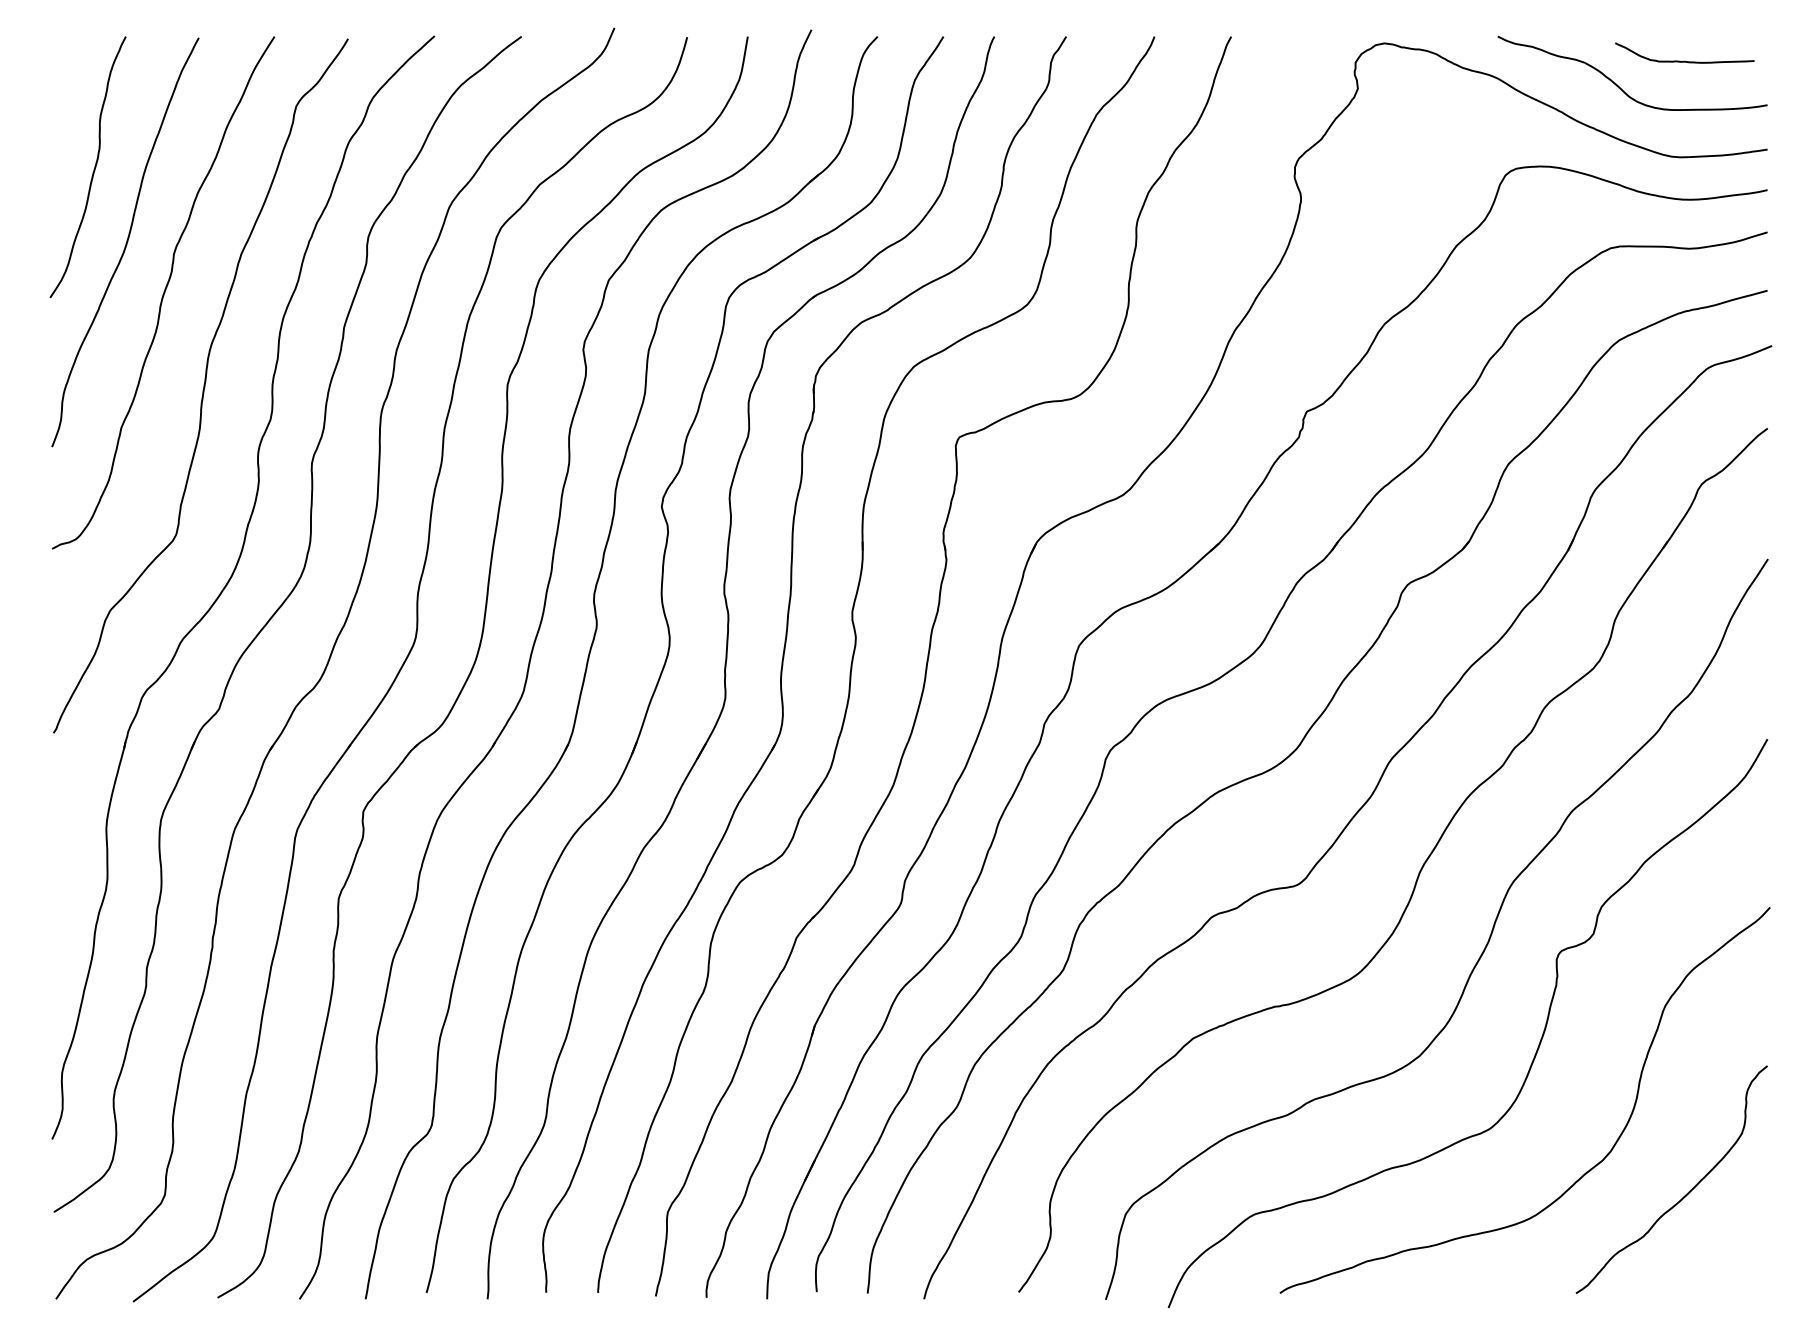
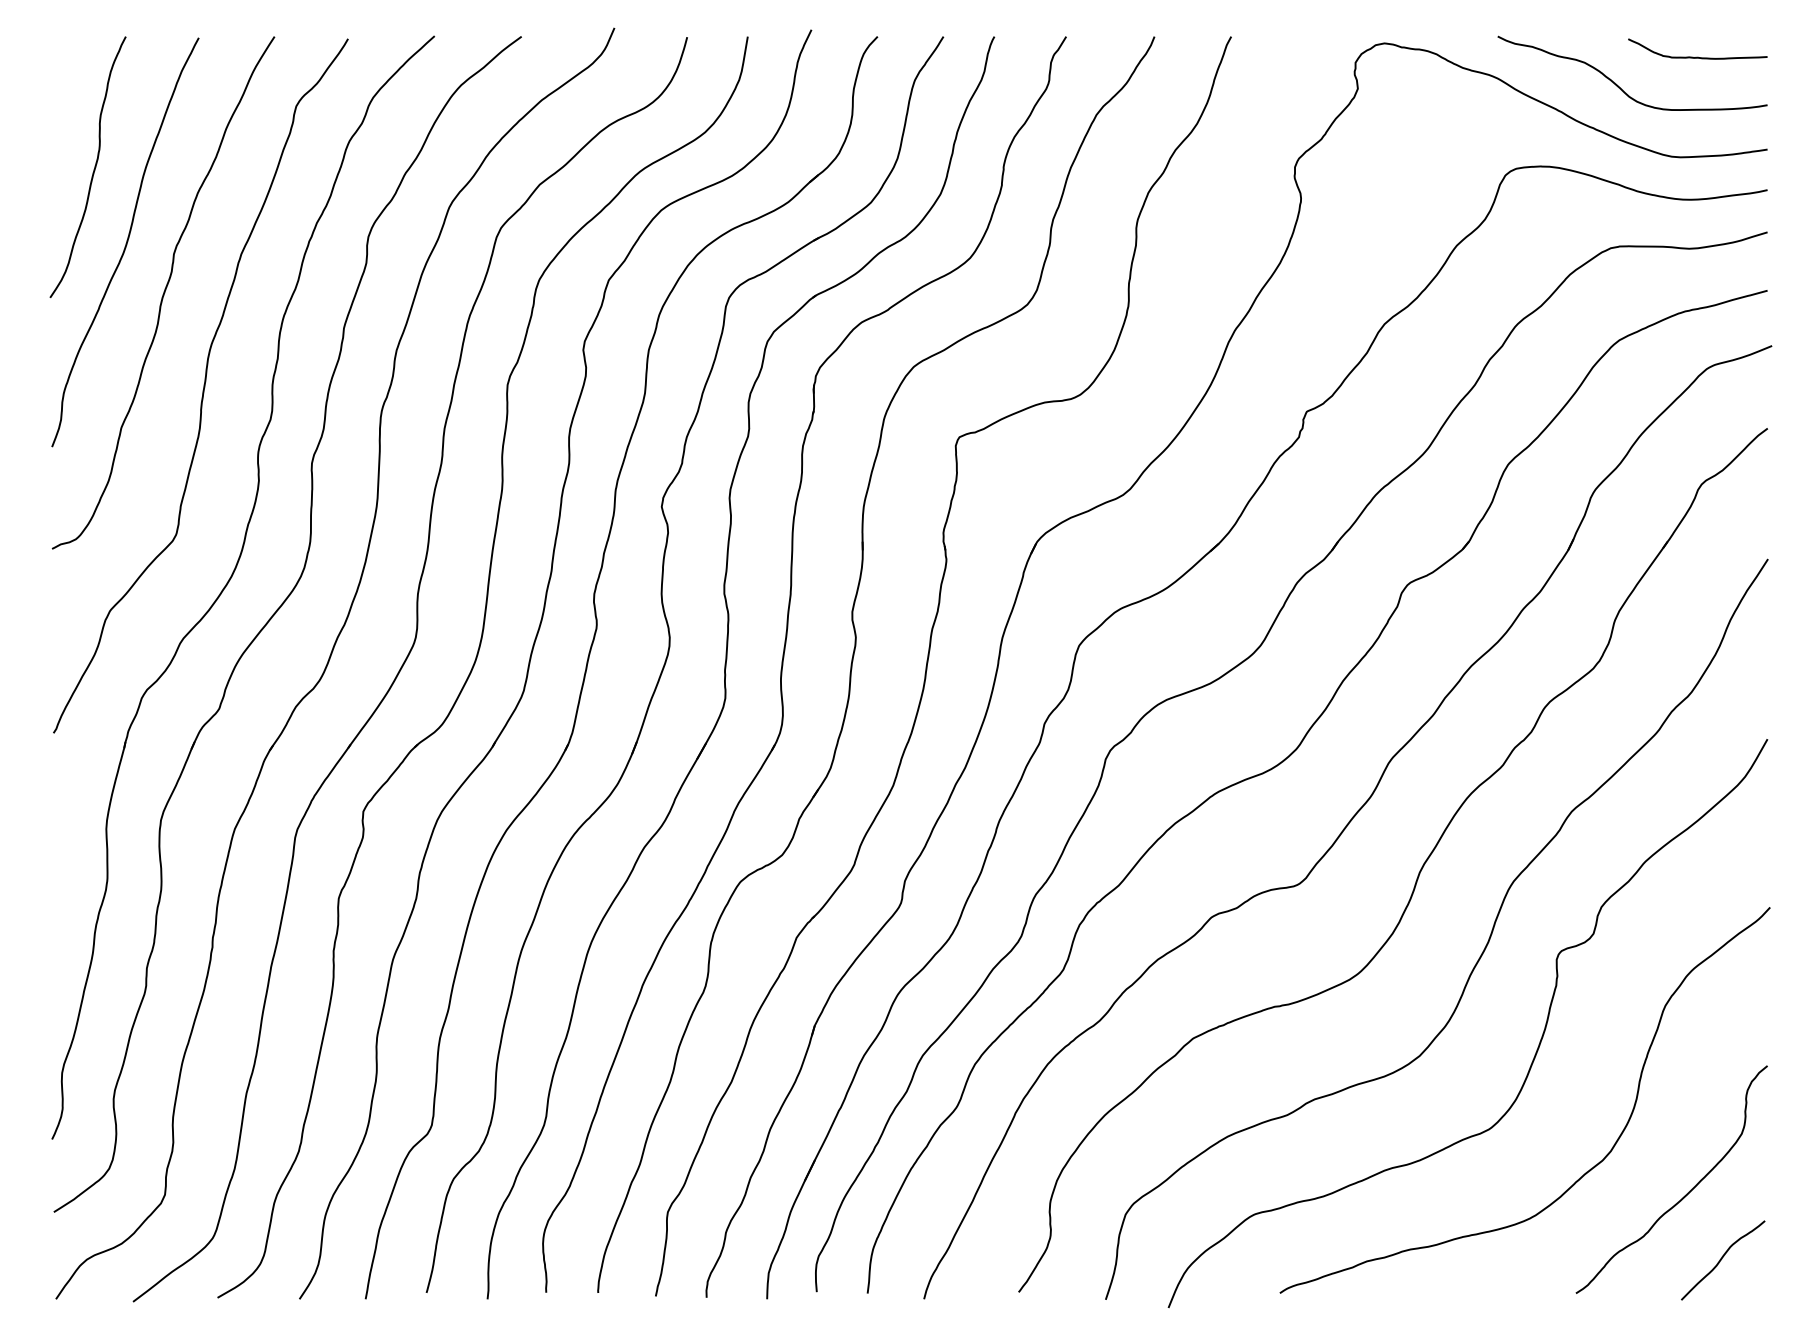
curve at (1684, 60) position: (1684, 60) -> (1697, 56)
curve at (1722, 1259): none -> present
